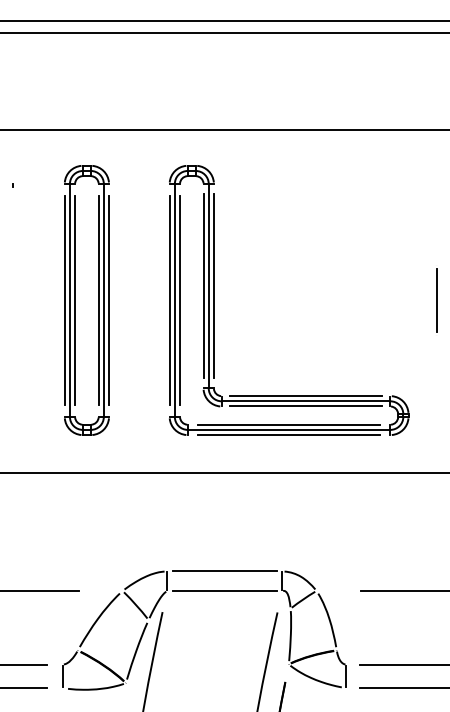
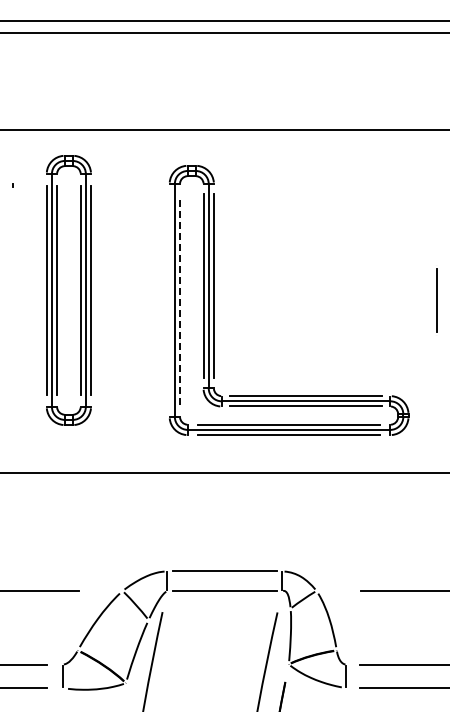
part at (86, 300) position: (86, 300) -> (68, 290)
line at (169, 300): present -> none
line at (180, 300): solid -> dashed
